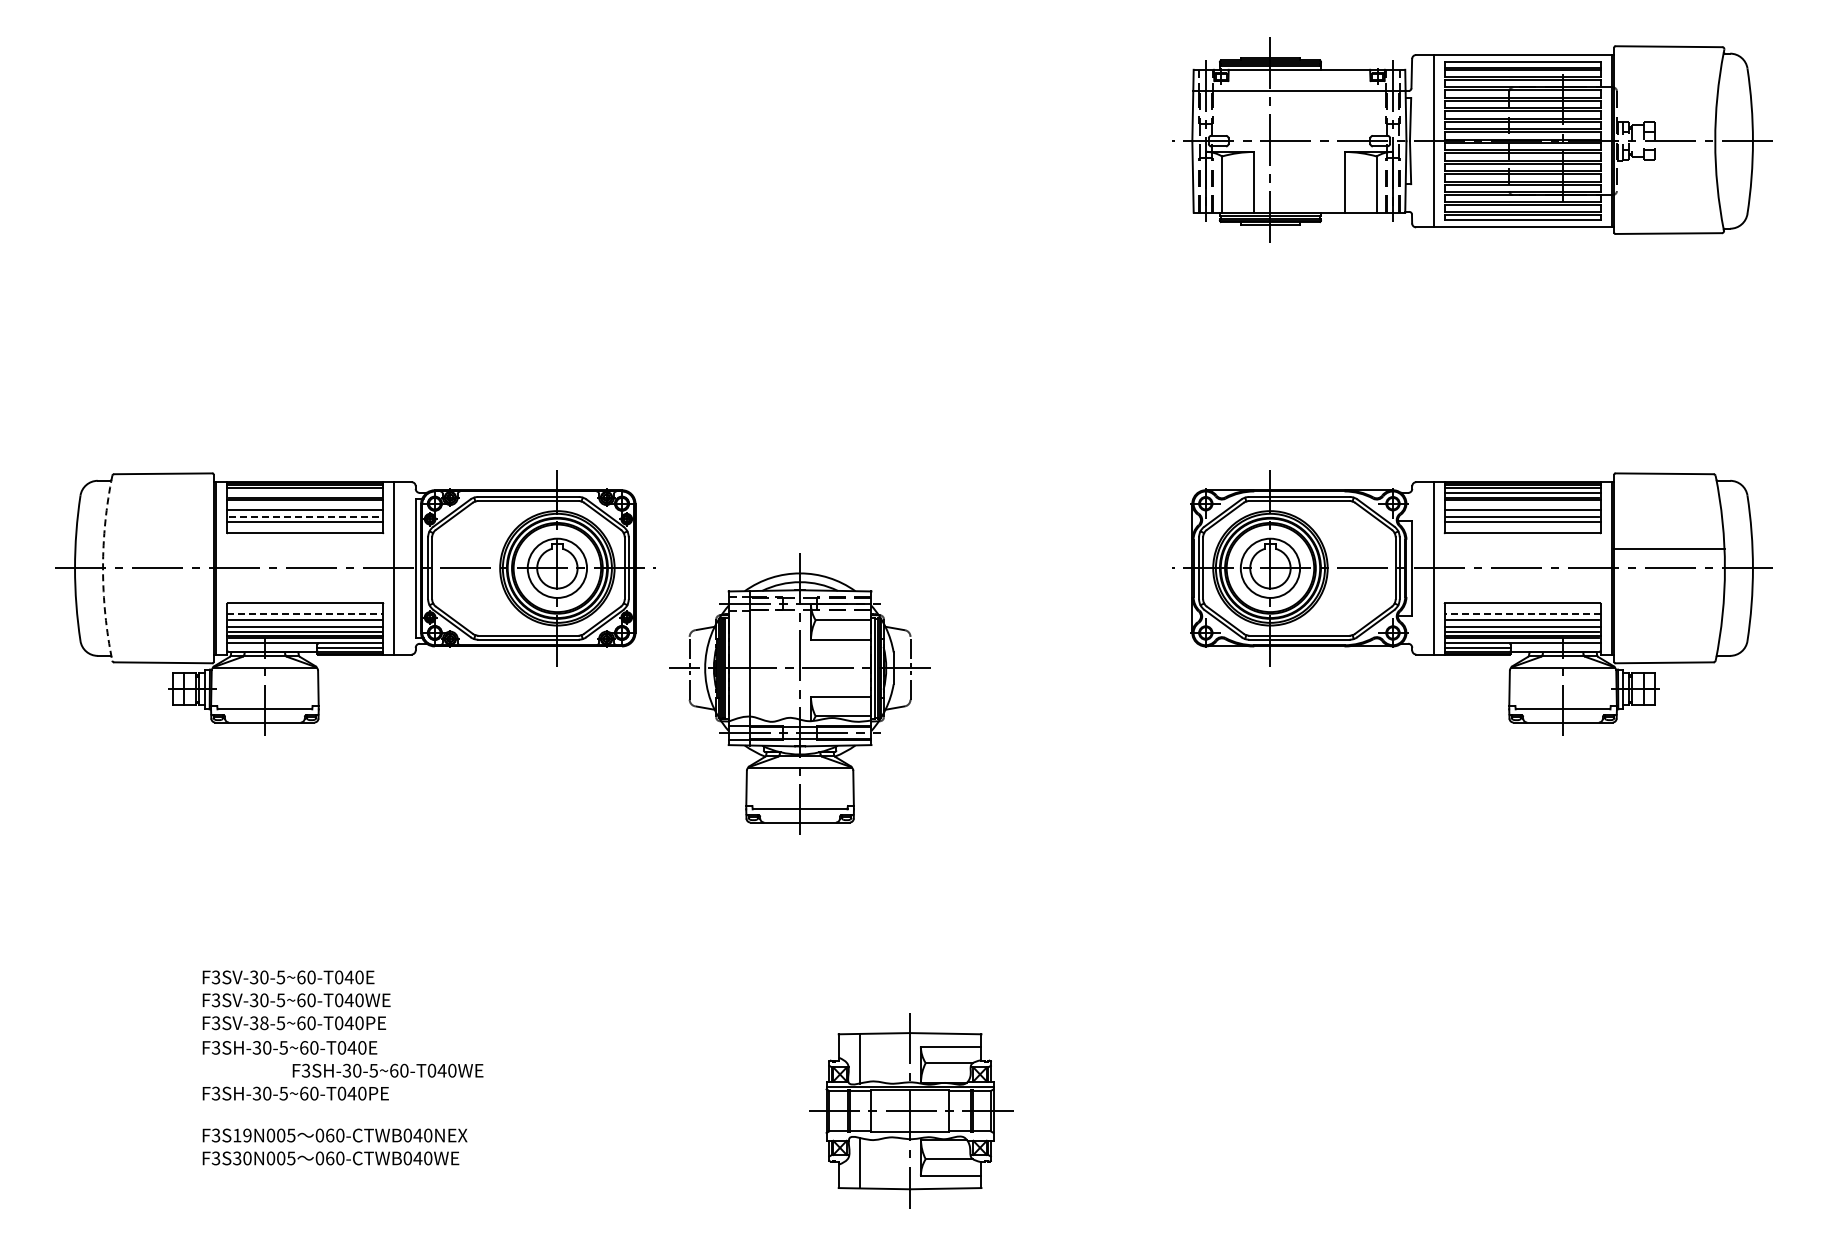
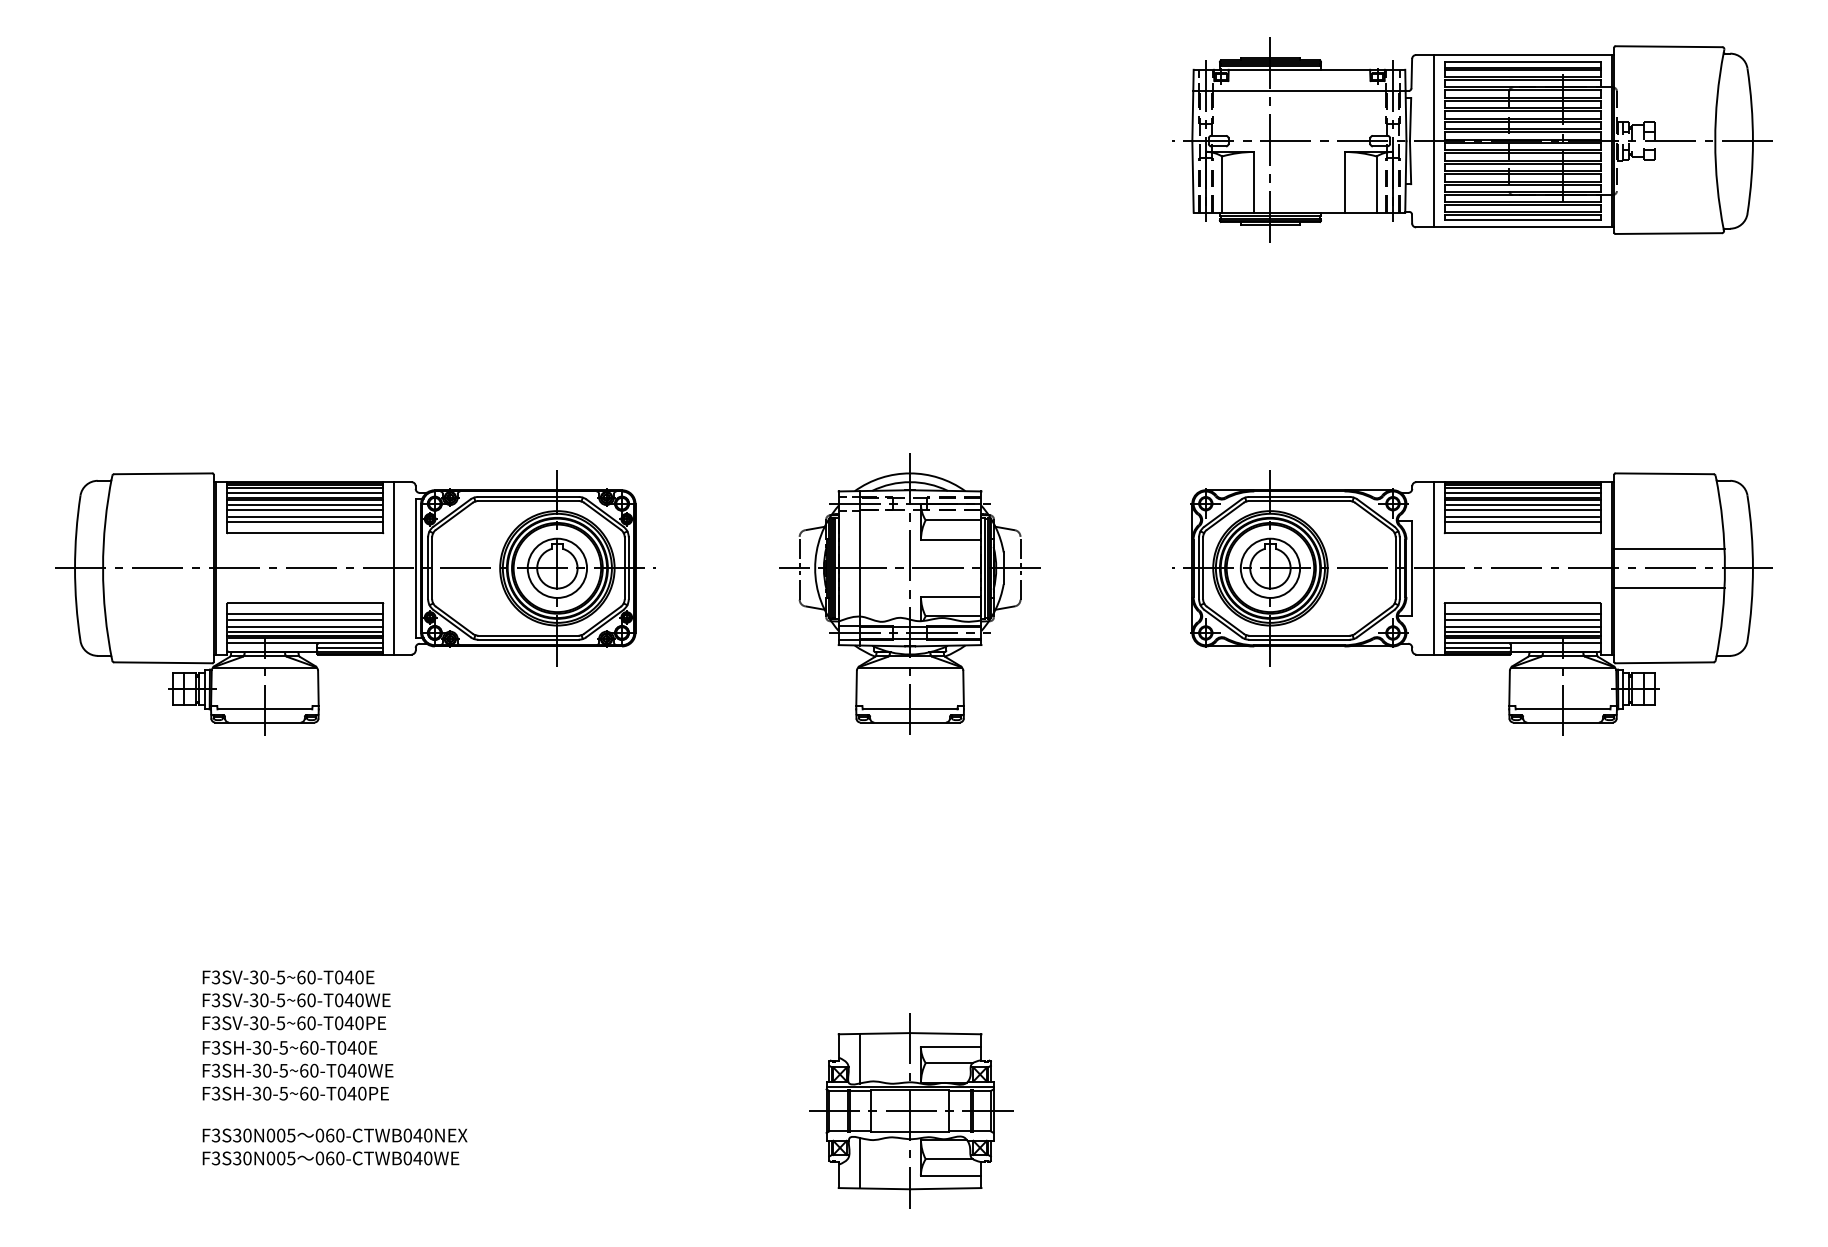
line at (305, 493): none -> present
line at (305, 505): none -> present
line at (1522, 505): none -> present
line at (305, 516): dashed -> solid
arc at (103, 568): dashed -> solid
line at (1669, 587): none -> present
line at (305, 614): dashed -> solid
line at (1522, 614): dashed -> solid
part at (799, 693) position: (799, 693) -> (909, 593)
text at (264, 1022): F3SV-38-5~60-T040PE -> F3SV-30-5~60-T040PE
text at (387, 1070) position: (387, 1070) -> (297, 1070)
text at (242, 1135): F3S19N005 -> F3S30N005
